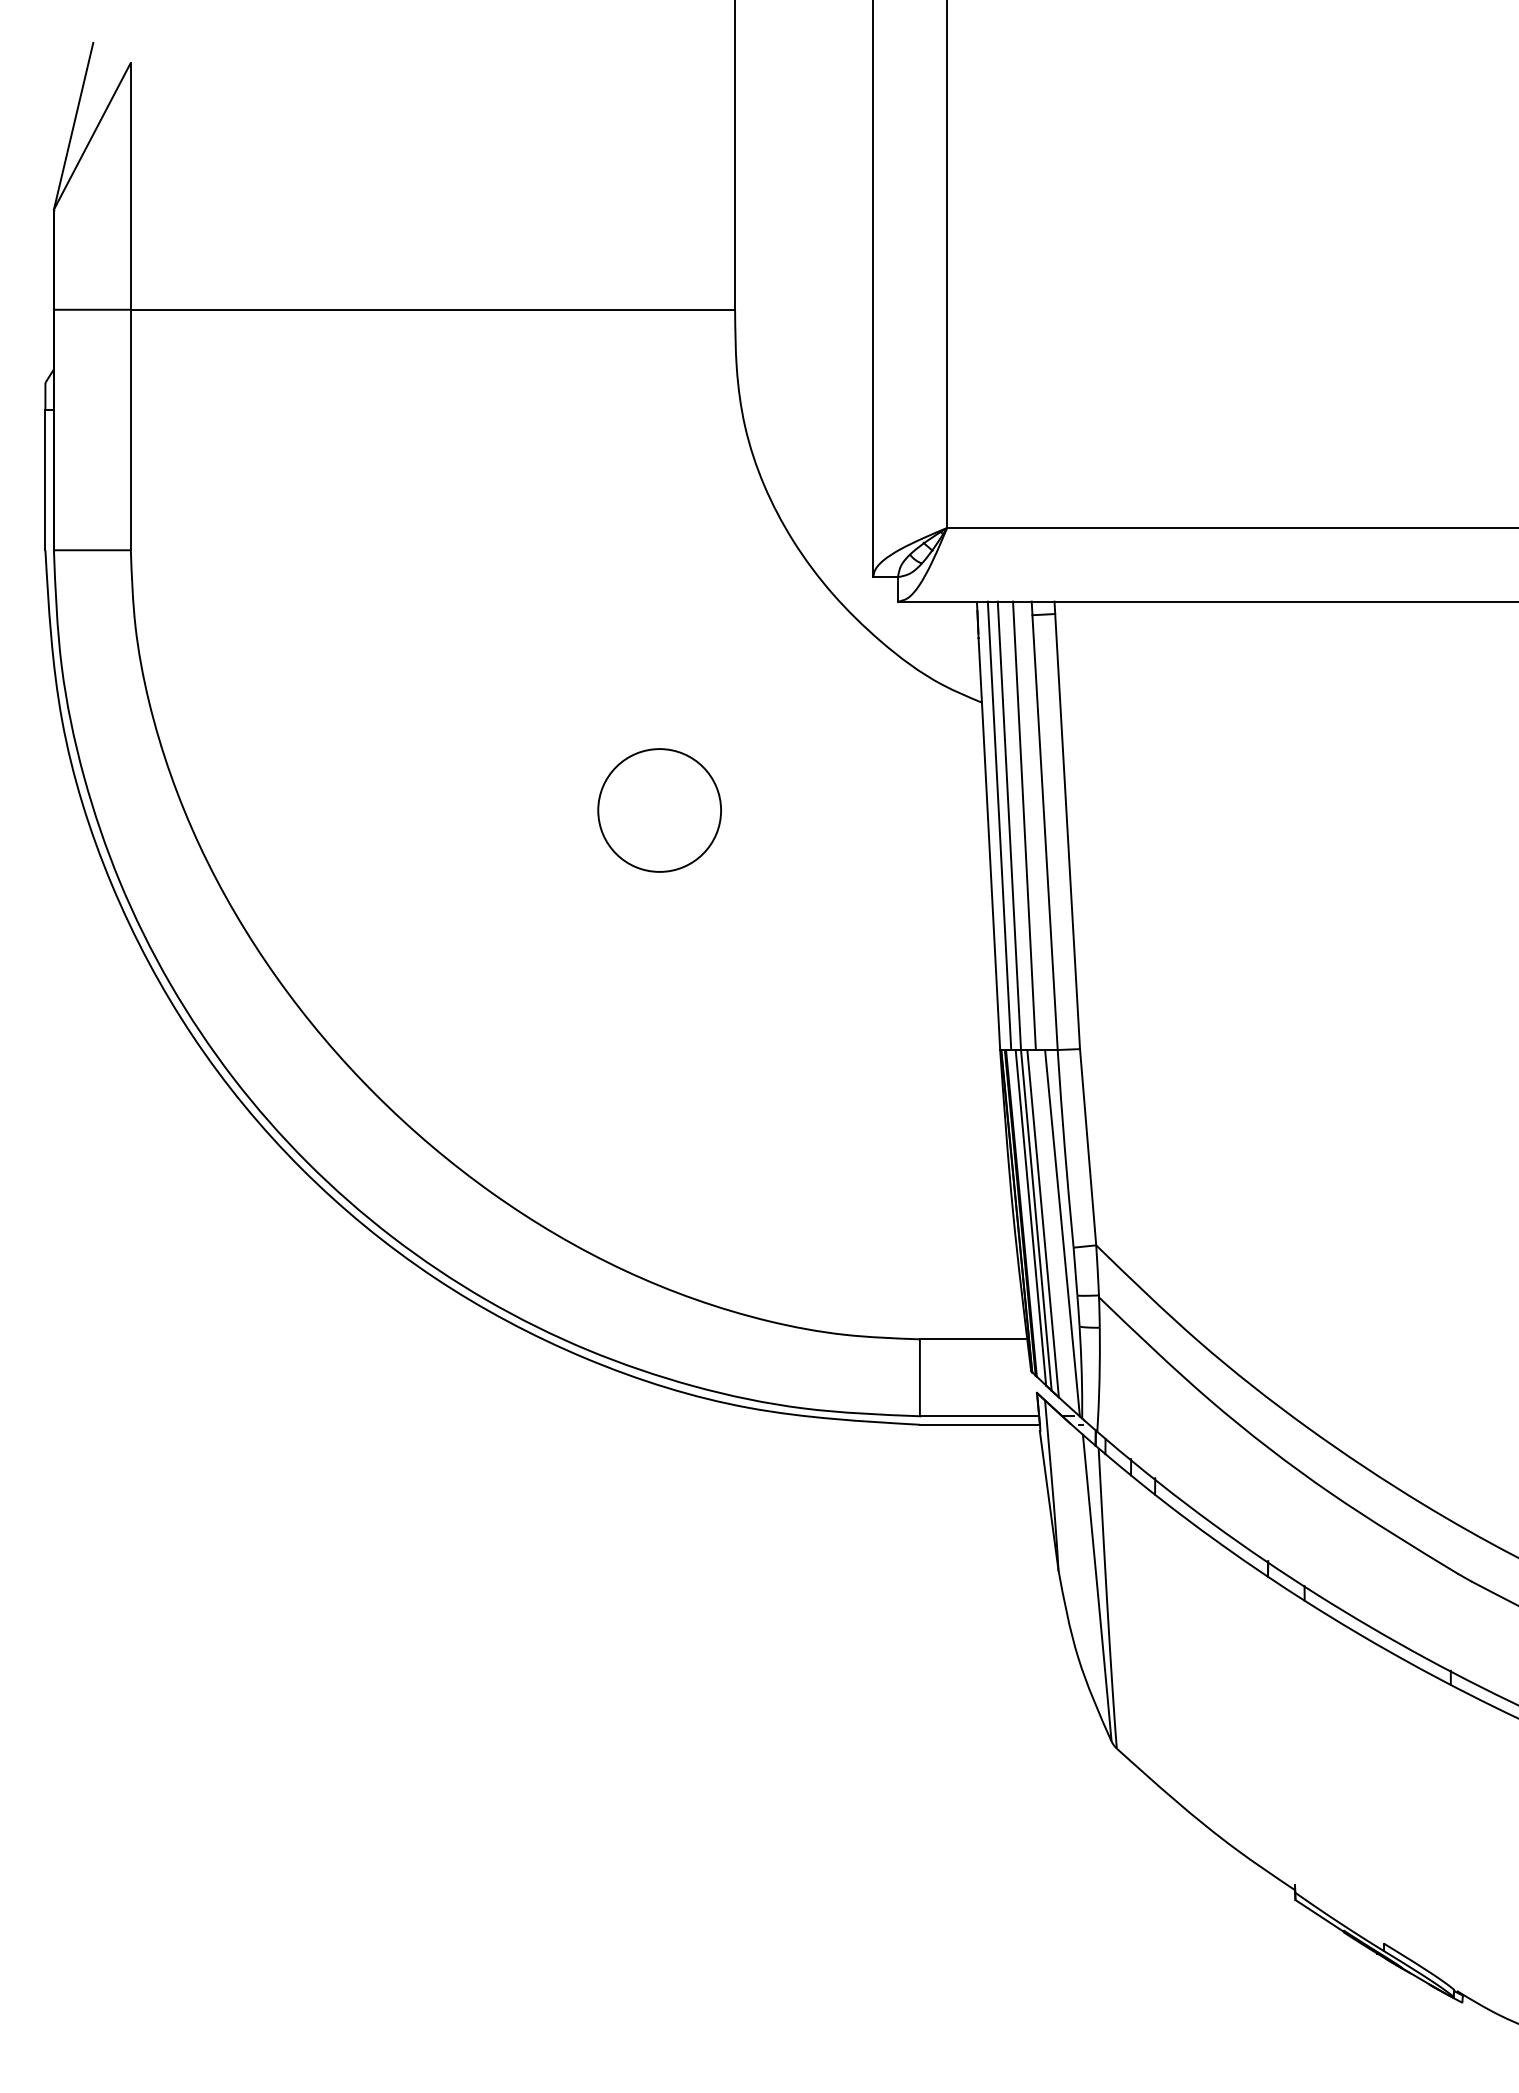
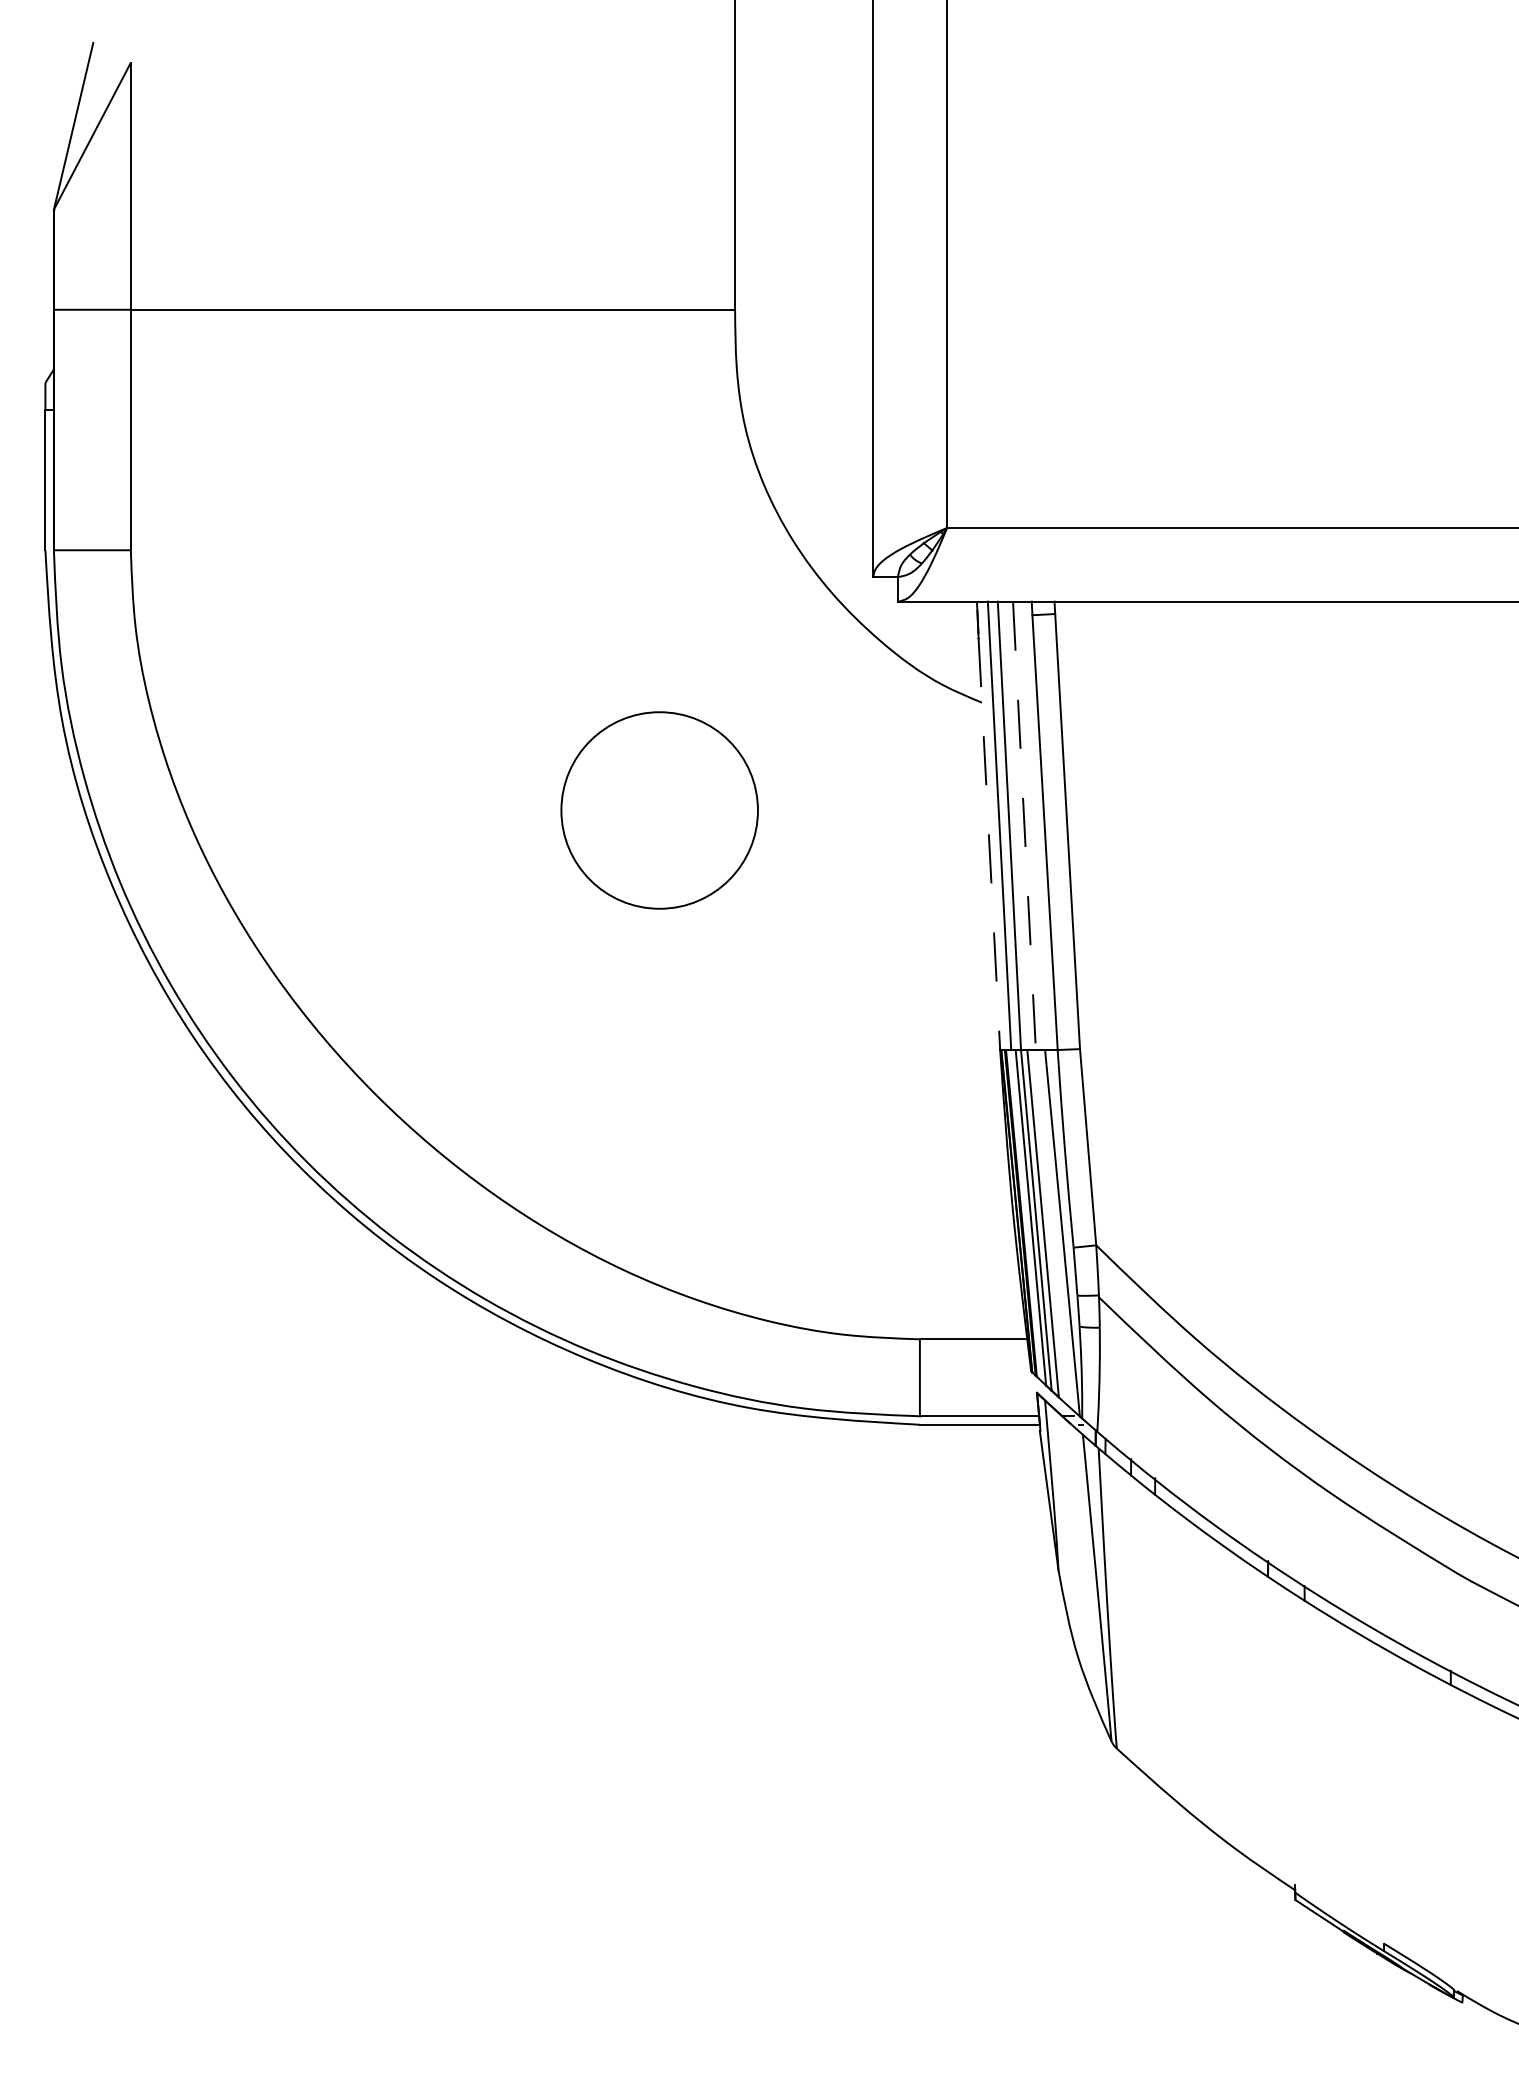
circle at (659, 810) diameter: 123 px -> 197 px
line at (1024, 826): solid -> dashed
line at (989, 844): solid -> dashed
